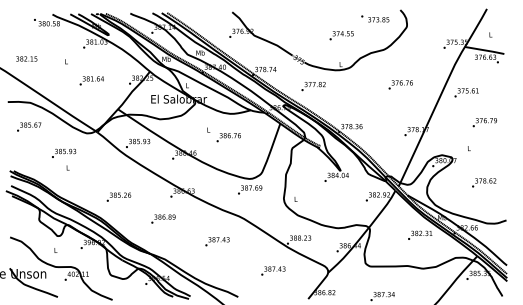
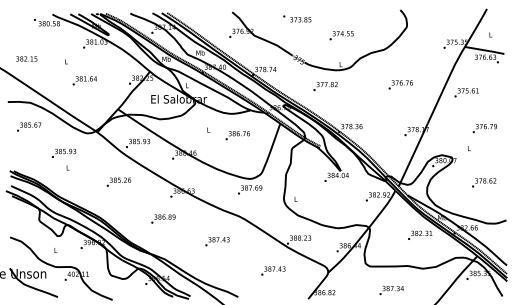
text at (375, 18) position: (375, 18) -> (297, 18)
text at (91, 80) position: (91, 80) -> (84, 80)
text at (313, 86) position: (313, 86) -> (325, 86)
text at (484, 122) position: (484, 122) -> (484, 128)
text at (228, 137) position: (228, 137) -> (237, 135)
text at (118, 196) position: (118, 196) -> (118, 181)
text at (382, 296) position: (382, 296) -> (391, 290)
